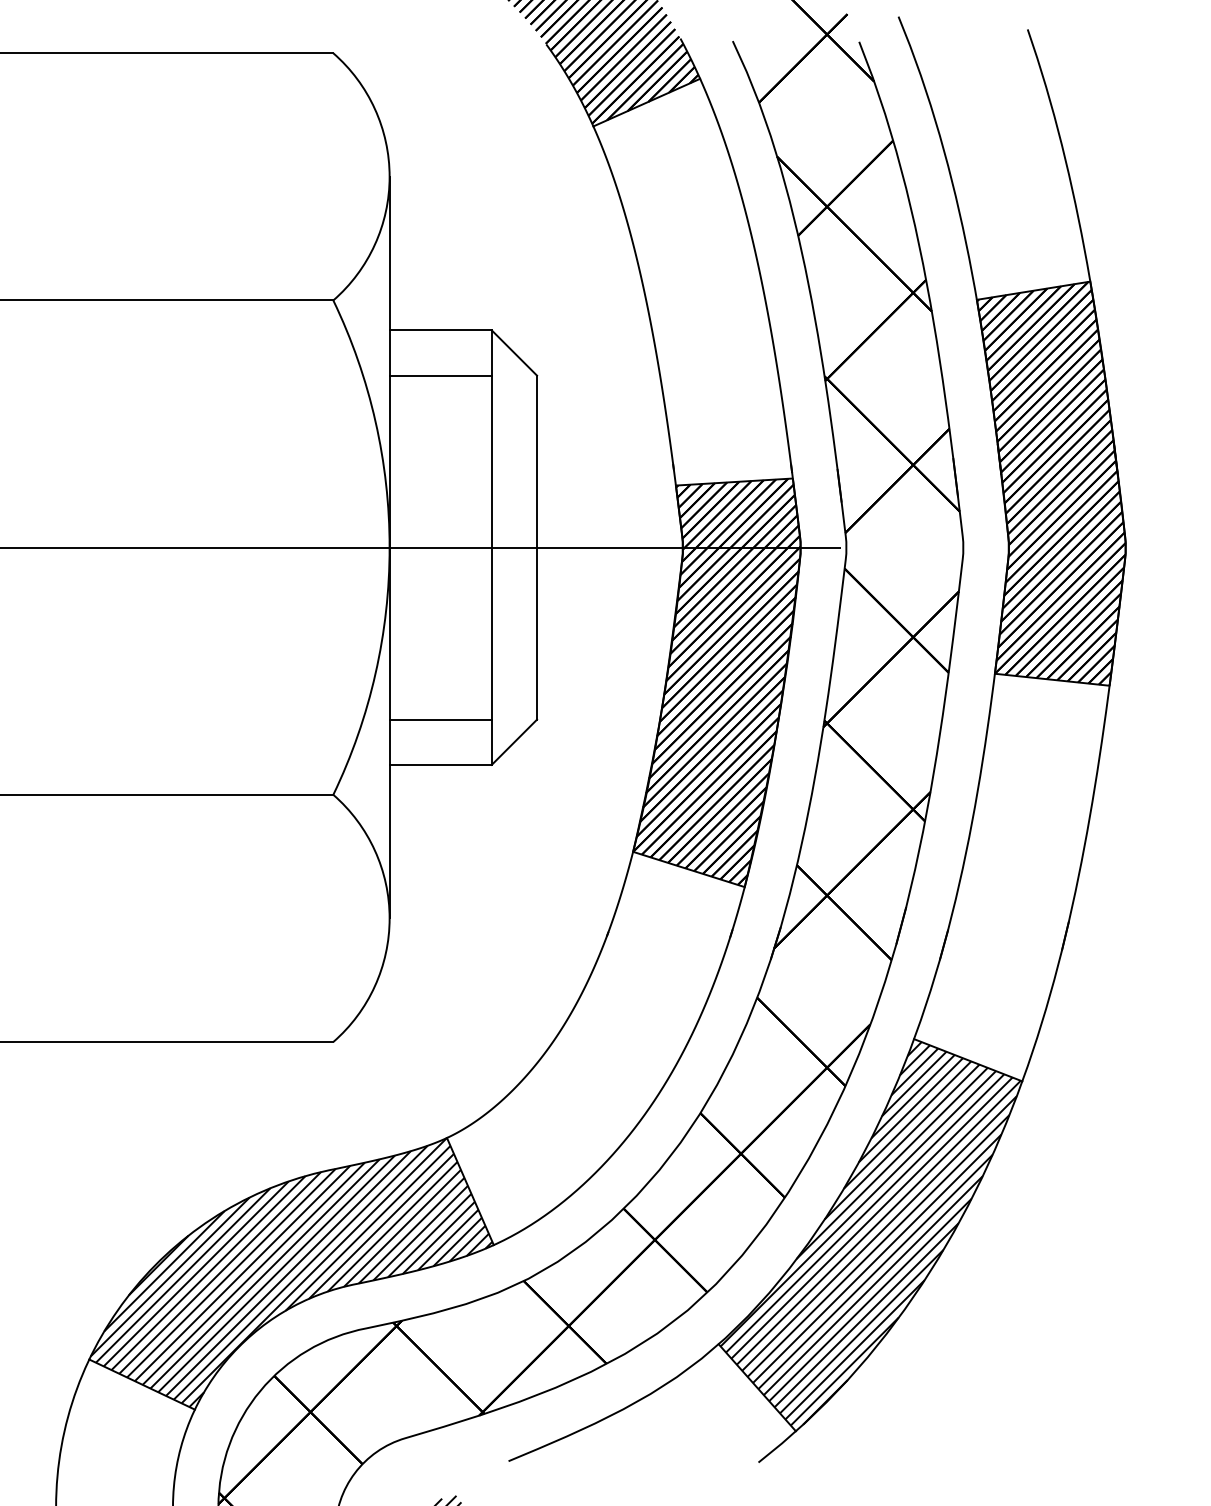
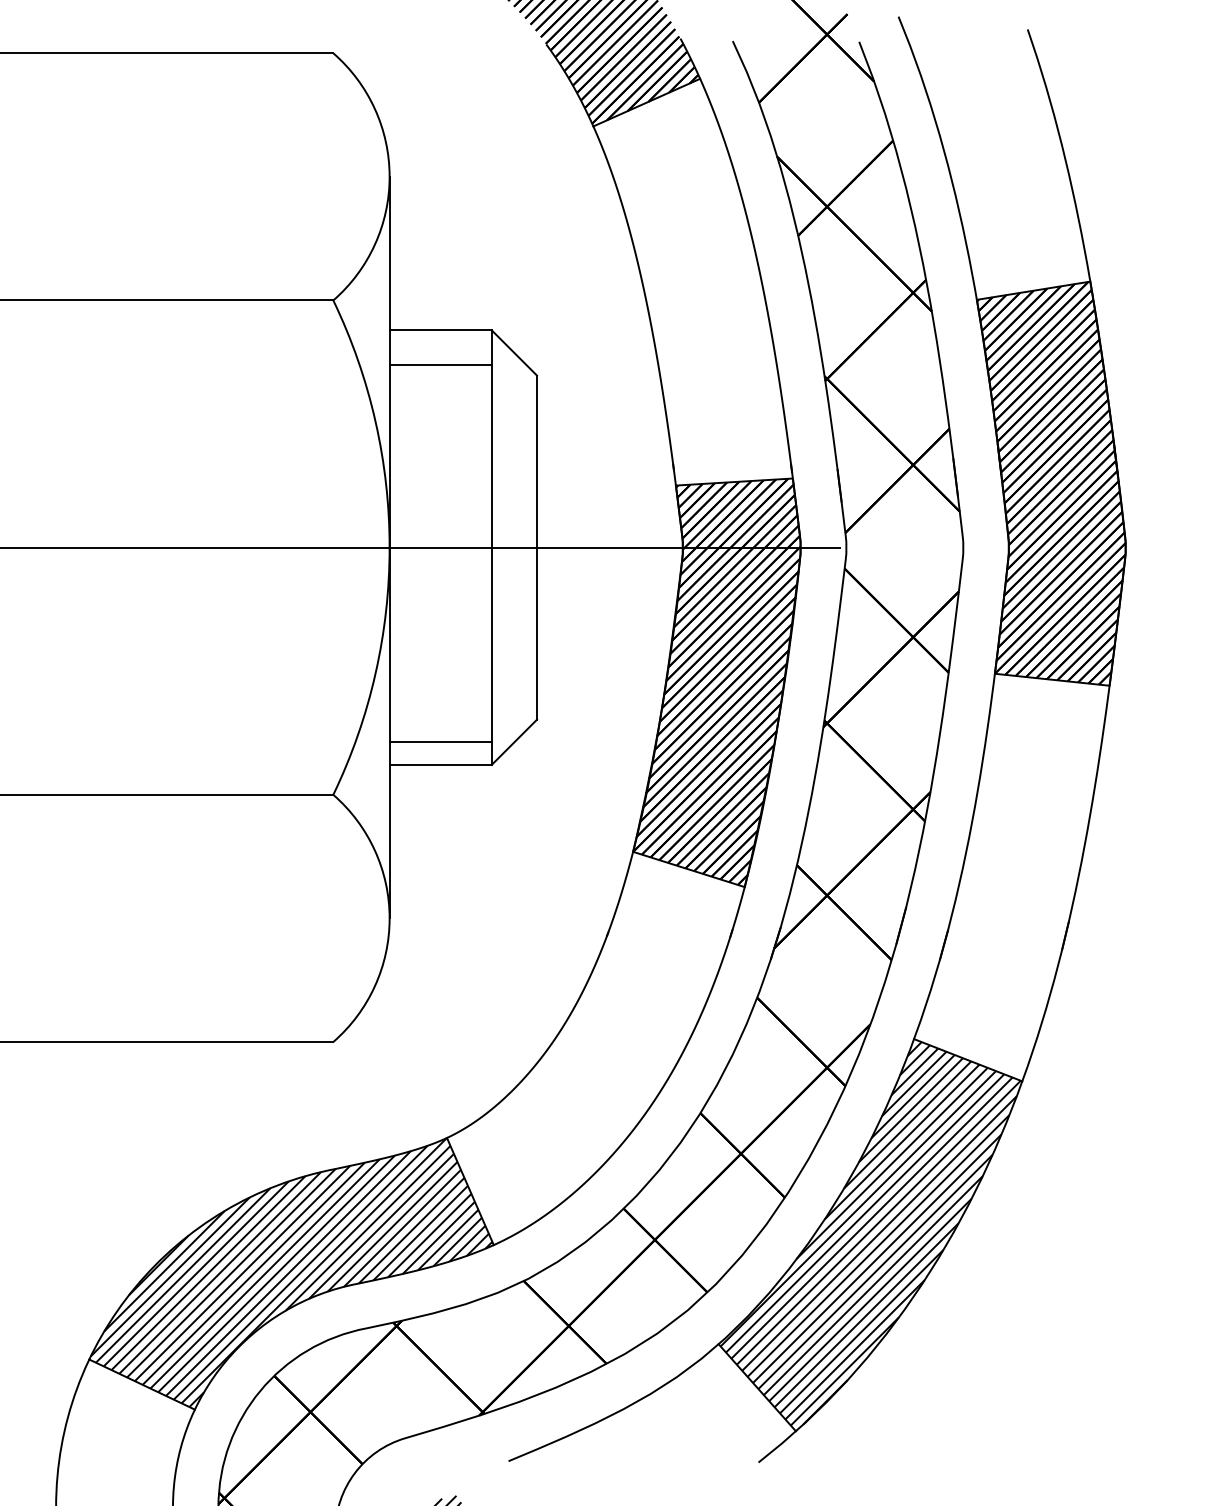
line at (440, 375) position: (440, 375) -> (440, 364)
line at (440, 719) position: (440, 719) -> (440, 741)
